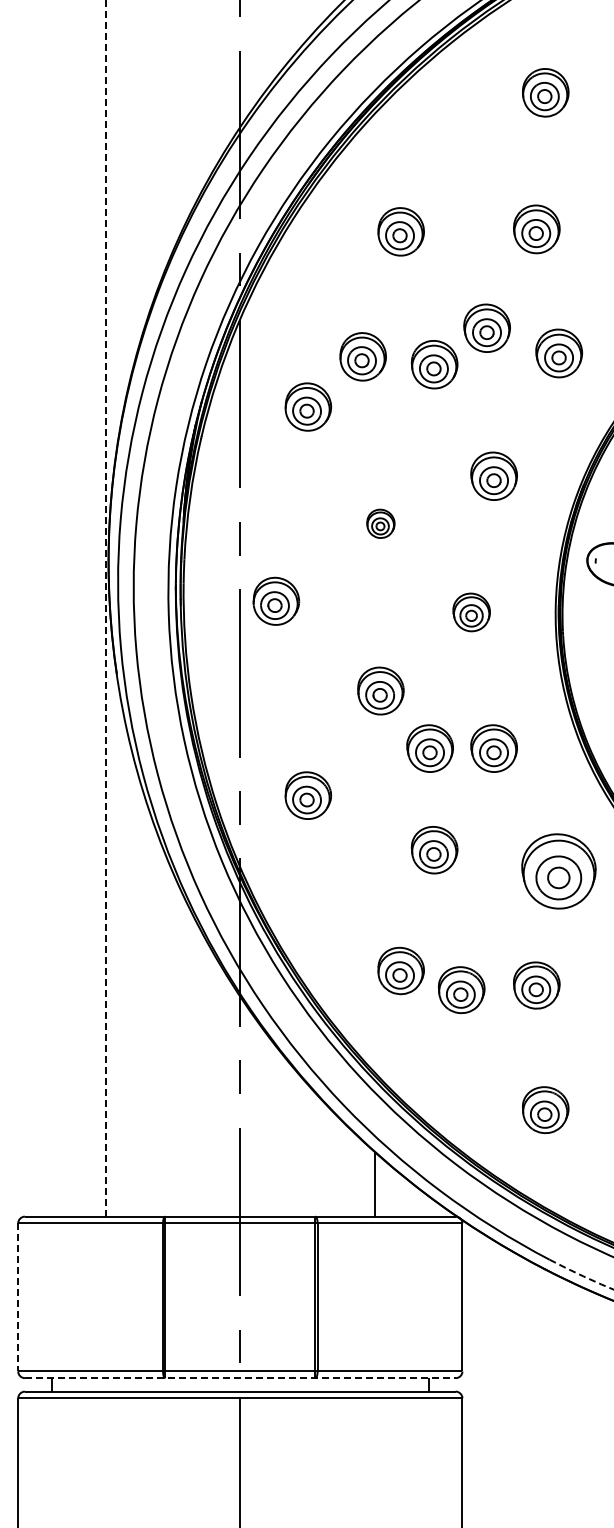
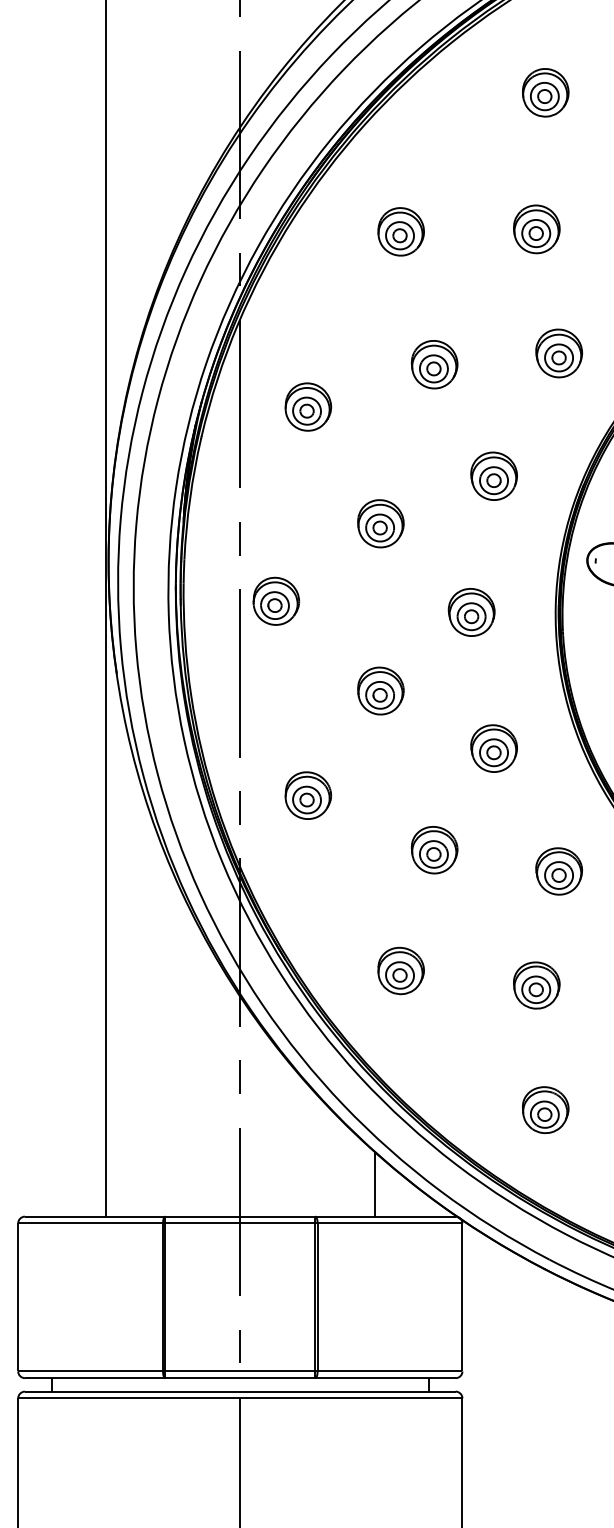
part at (486, 327): present -> none
part at (362, 356): present -> none
part at (380, 523) size: 30x31 px -> 48x50 px
line at (105, 608): dashed -> solid
part at (471, 612) size: 39x41 px -> 49x49 px
part at (429, 748): present -> none
part at (558, 871) size: 76x77 px -> 49x49 px
part at (461, 990): present -> none
arc at (582, 1275): dashed -> solid
line at (18, 1297): dashed -> solid
line at (240, 1378): dashed -> solid
